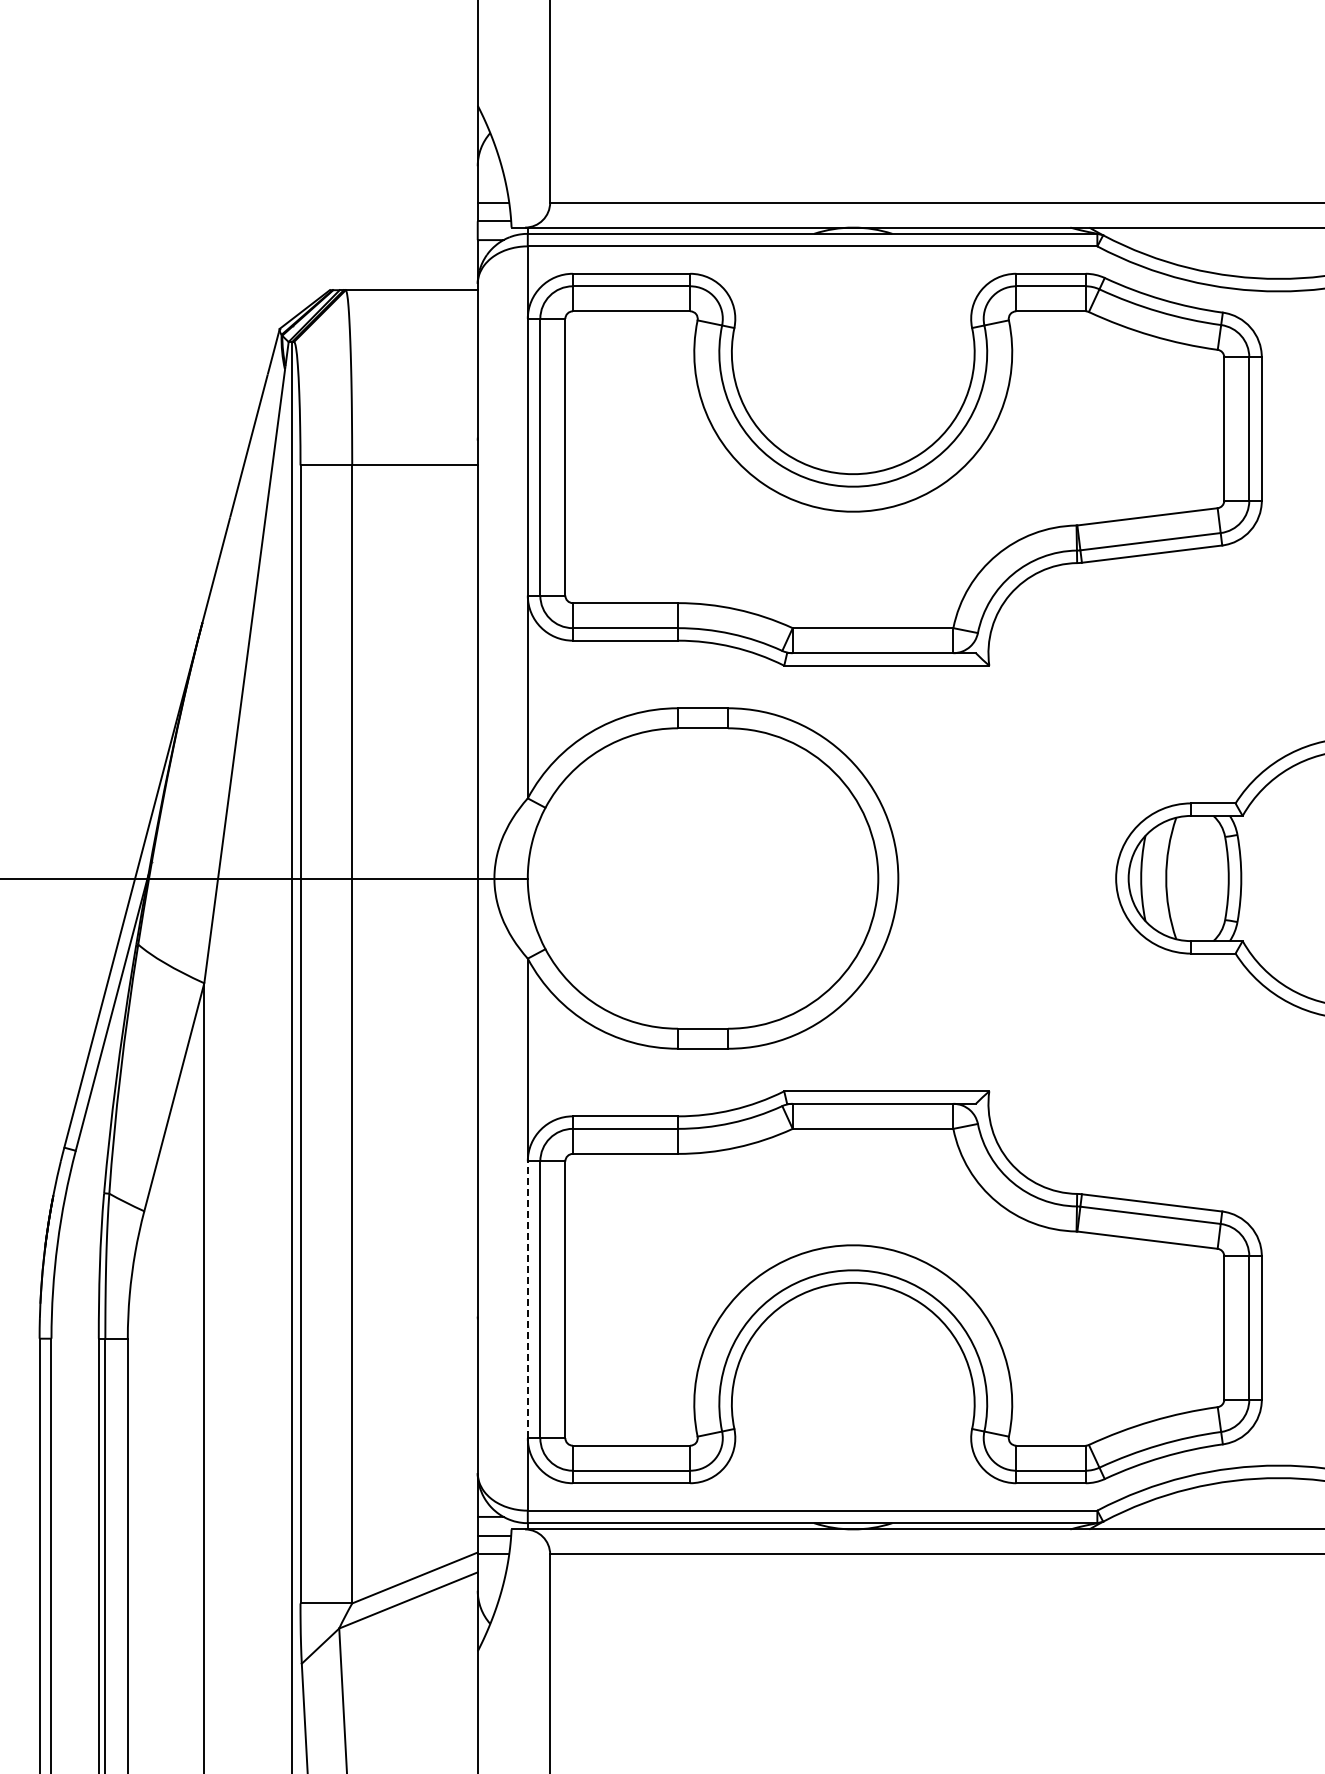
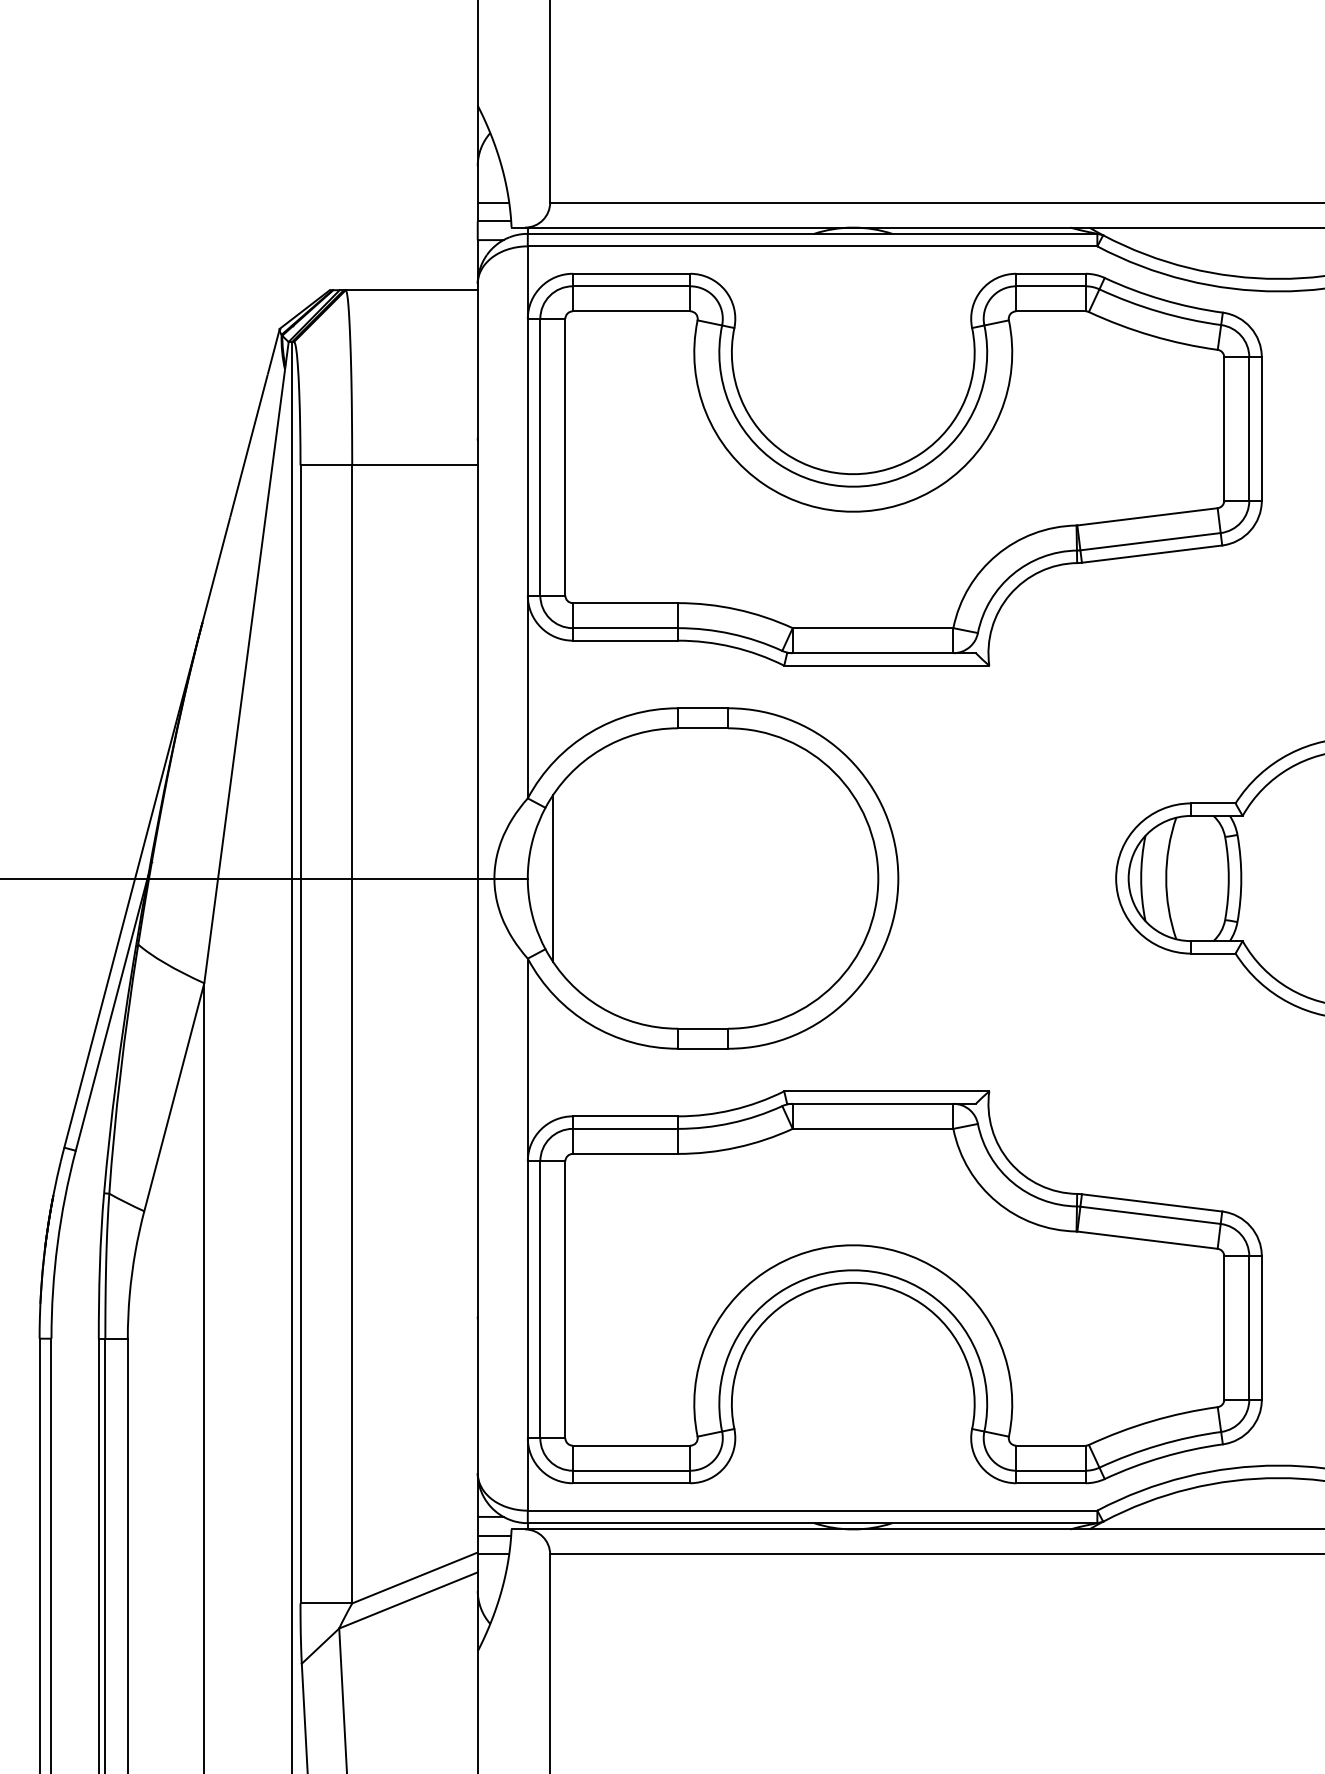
line at (552, 878): none -> present
line at (527, 1299): dashed -> solid
